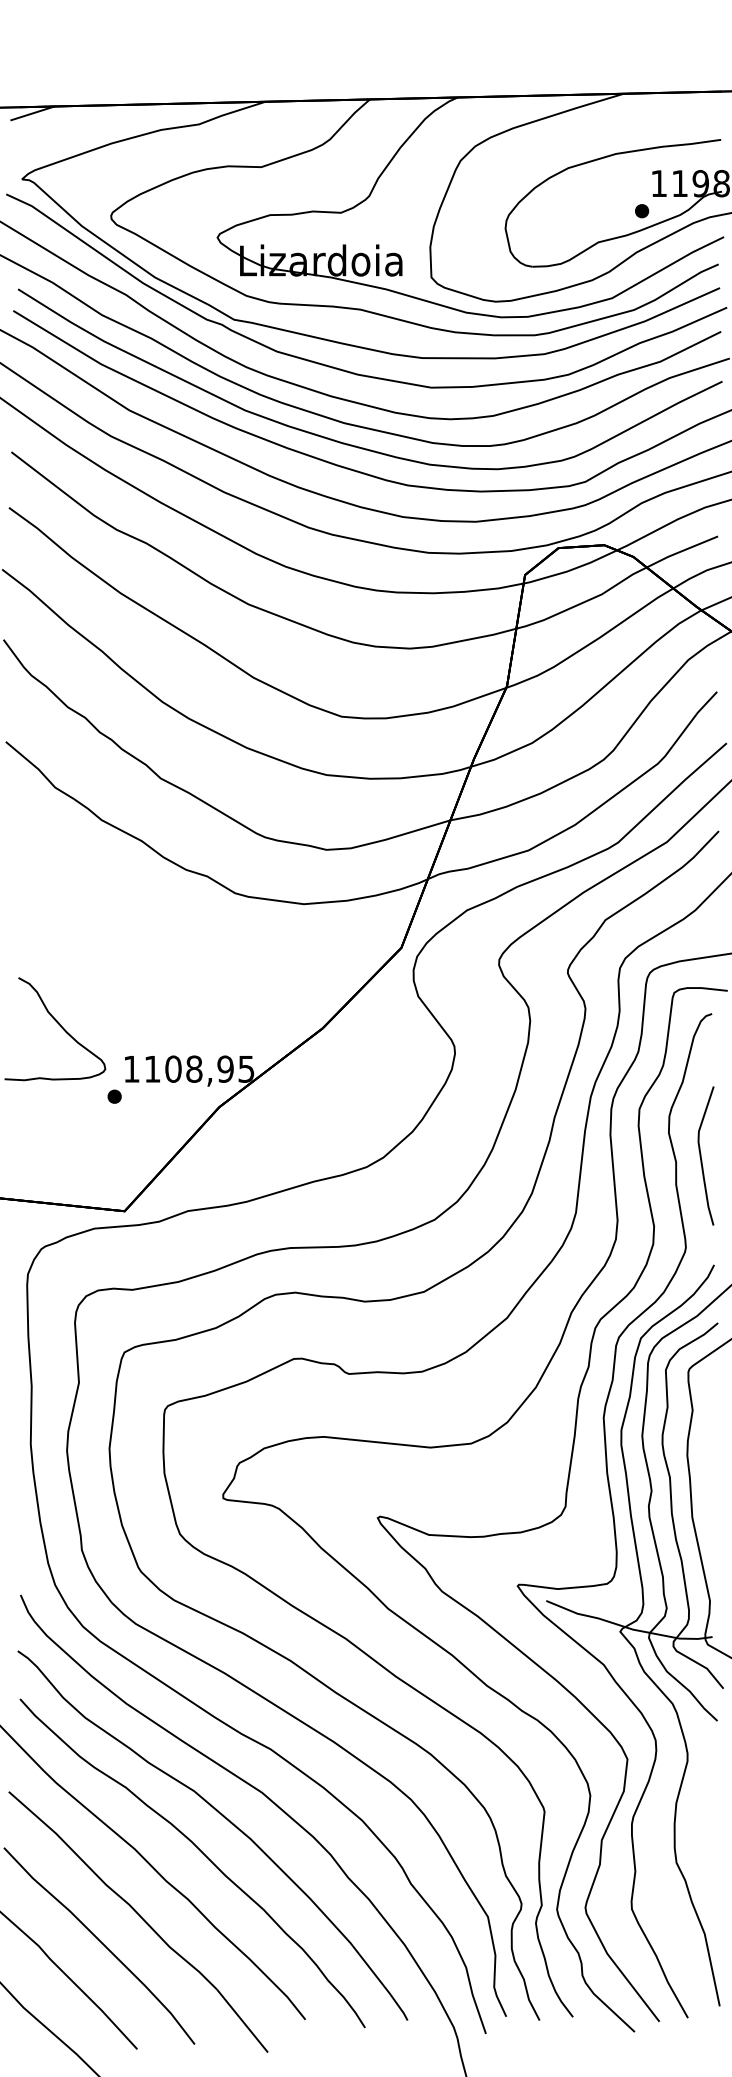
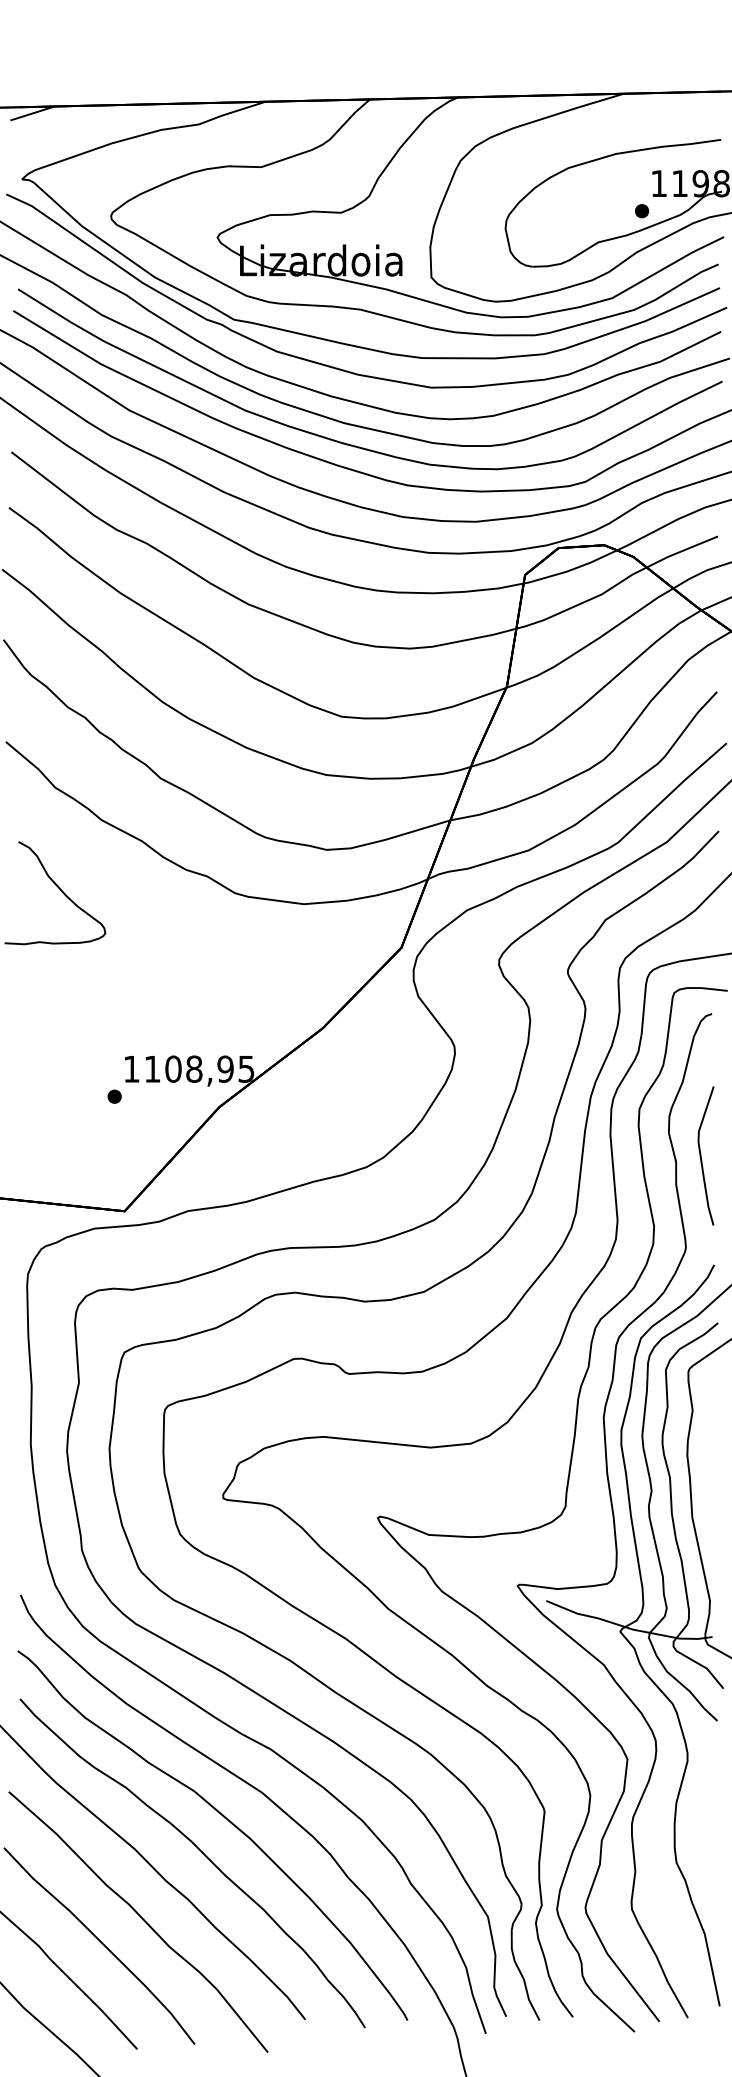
curve at (59, 1025) position: (59, 1025) -> (59, 889)
